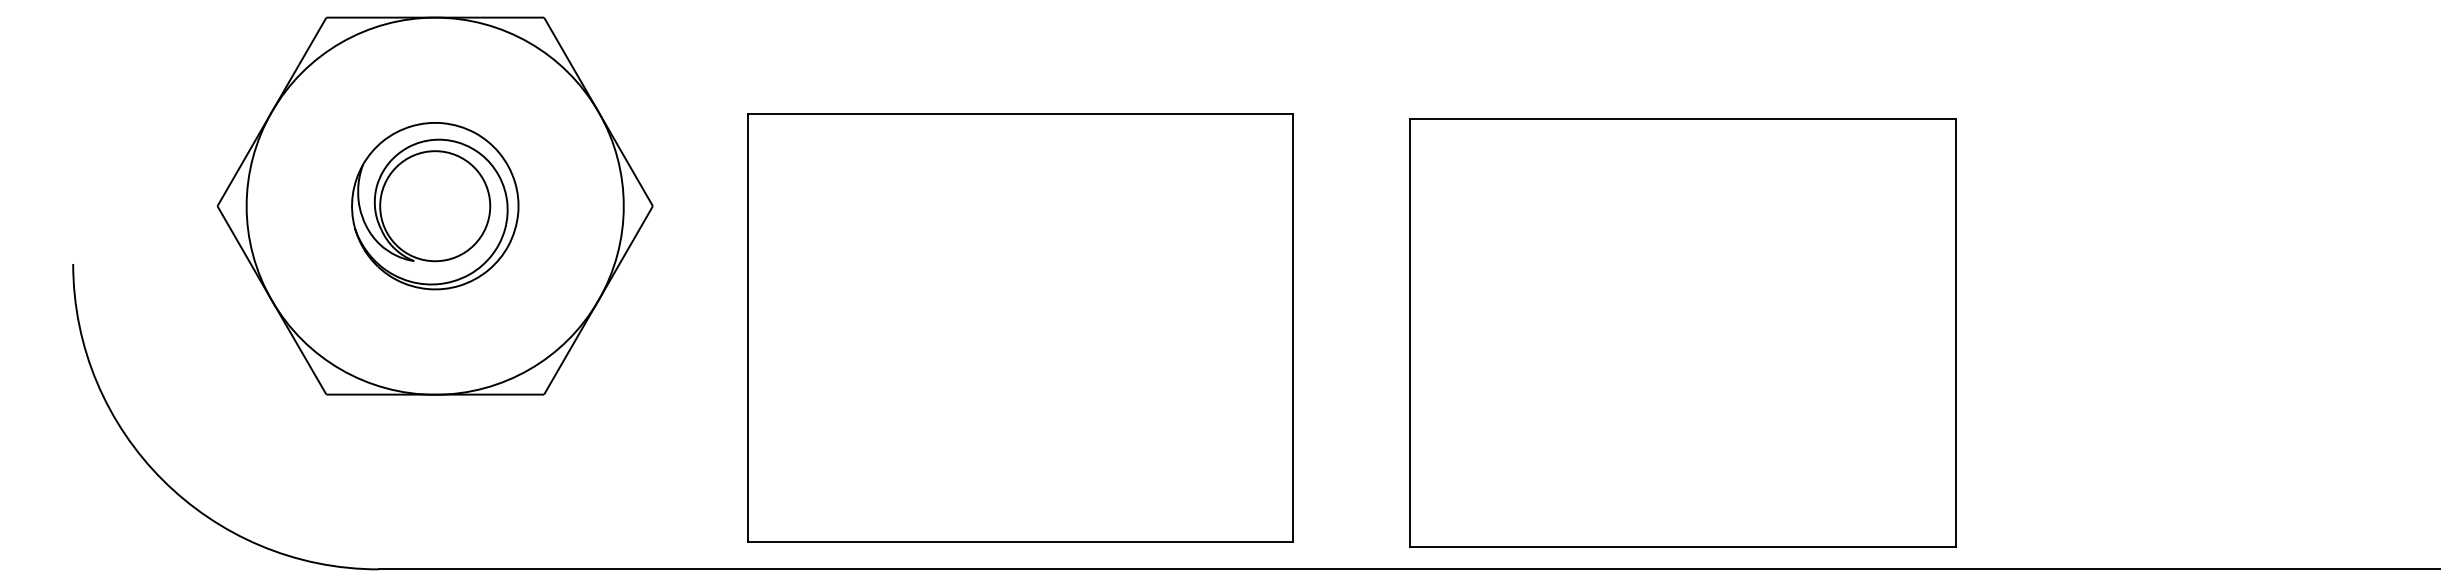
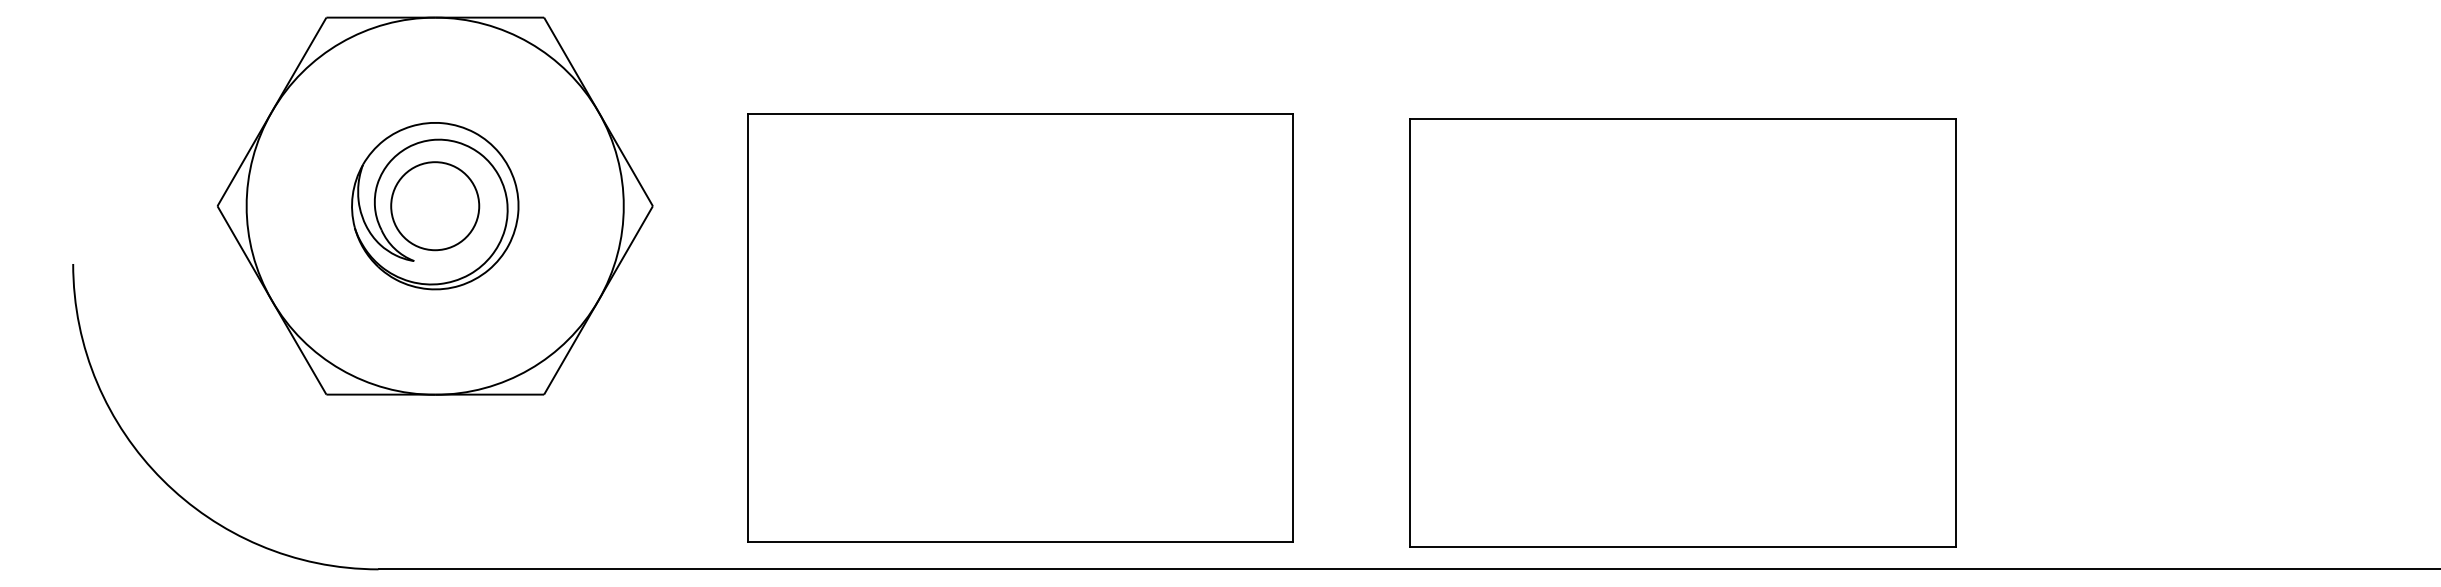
circle at (435, 206) diameter: 110 px -> 88 px
